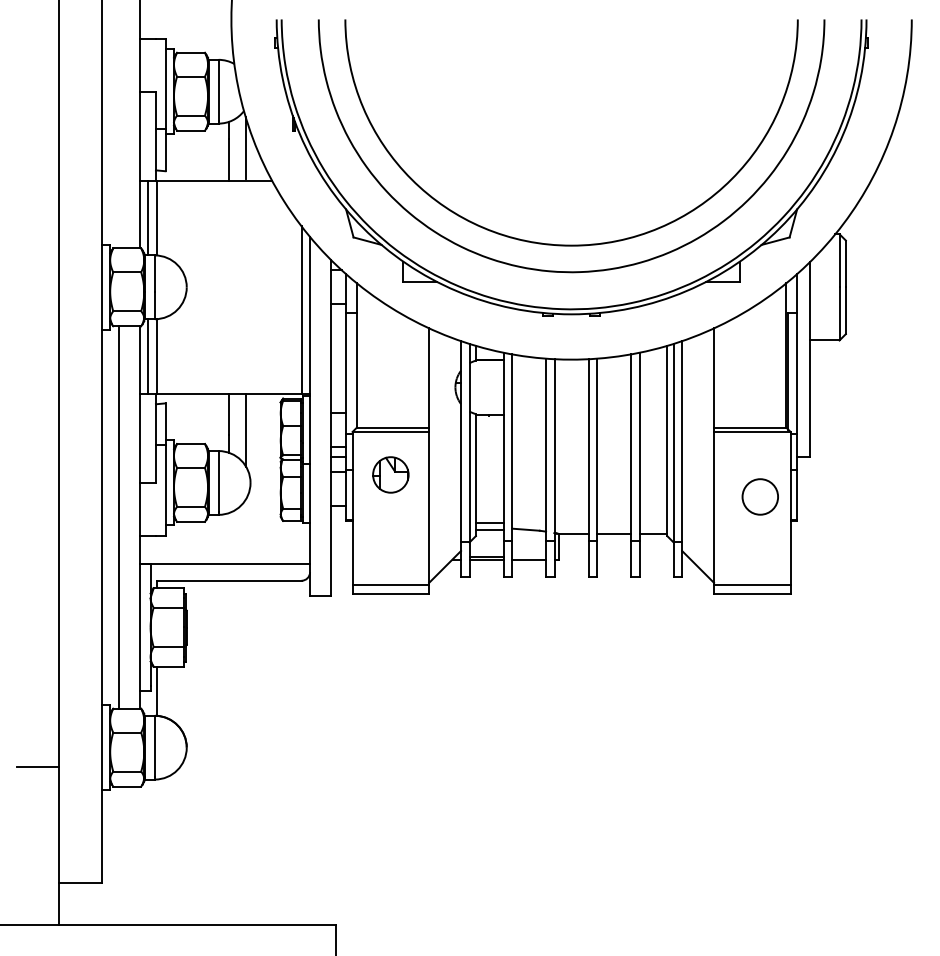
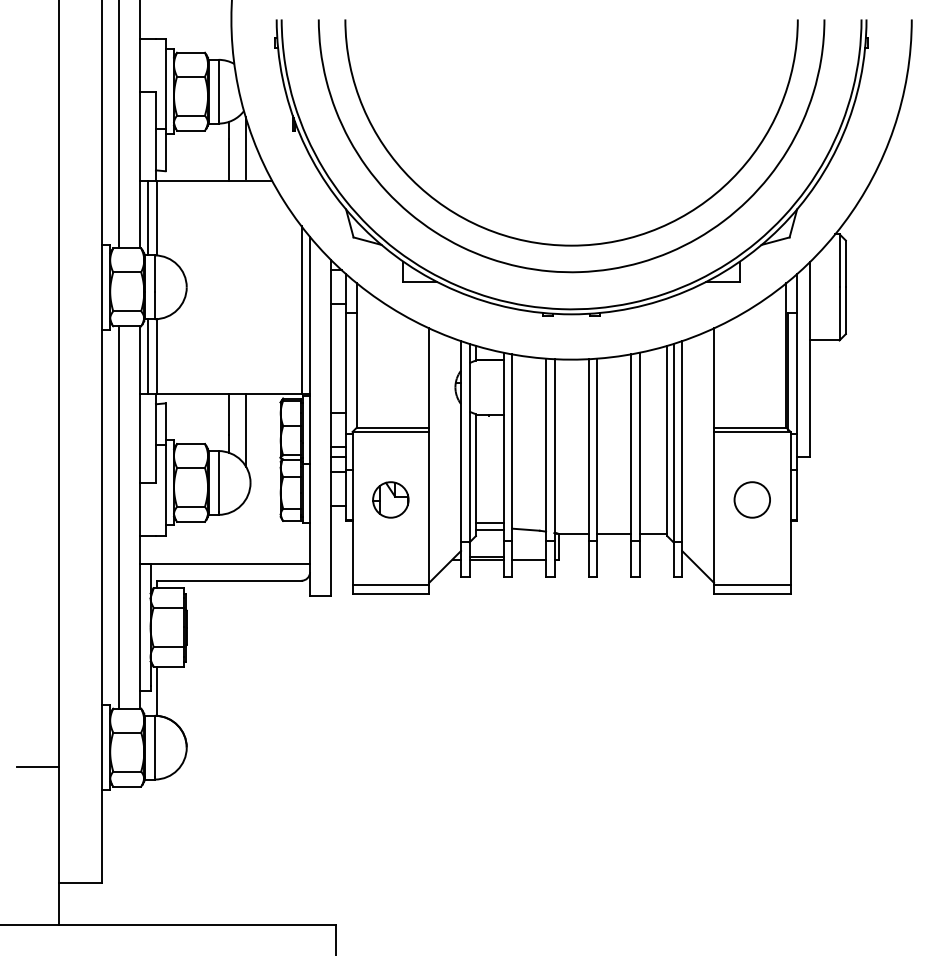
line at (118, 125): none -> present
part at (390, 474) position: (390, 474) -> (390, 499)
circle at (759, 496) position: (759, 496) -> (751, 499)
